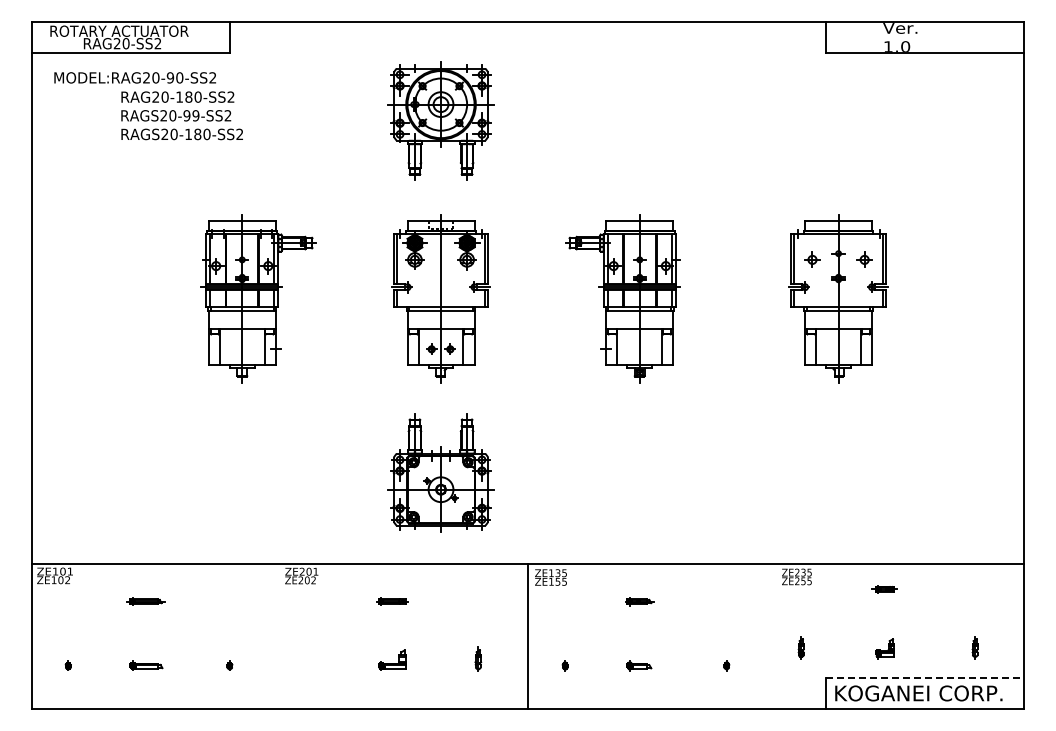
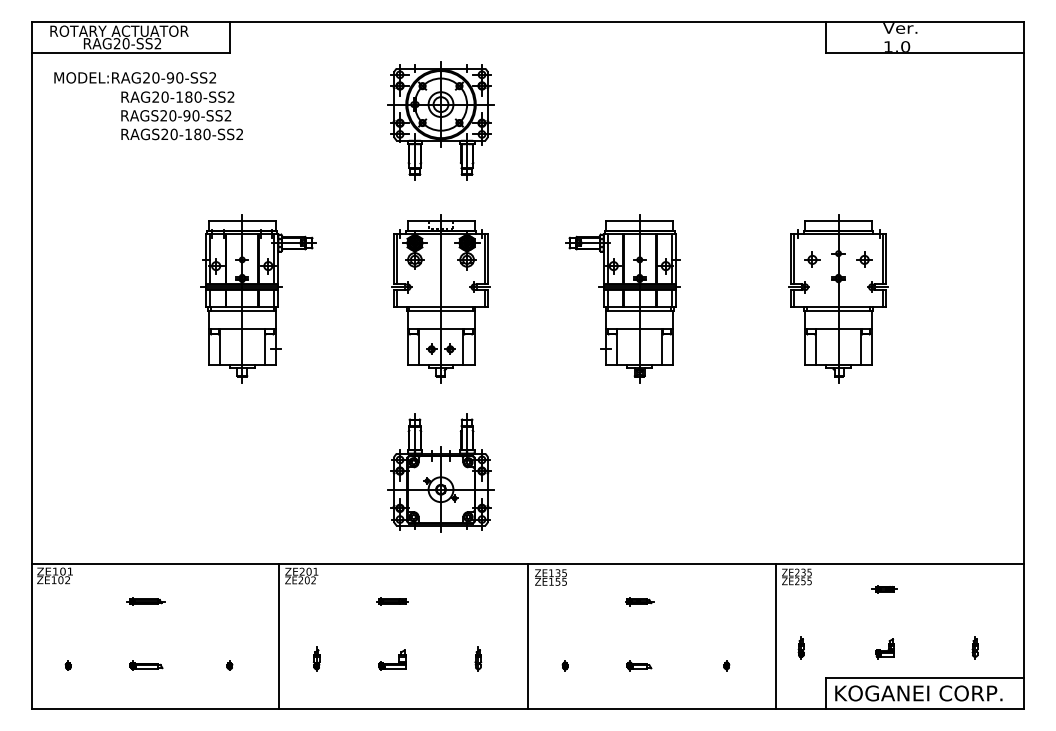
text at (195, 115): RAGS20-99-SS2 -> RAGS20-90-SS2
line at (279, 636): none -> present
line at (776, 636): none -> present
part at (316, 658): none -> present
line at (925, 677): dashed -> solid
